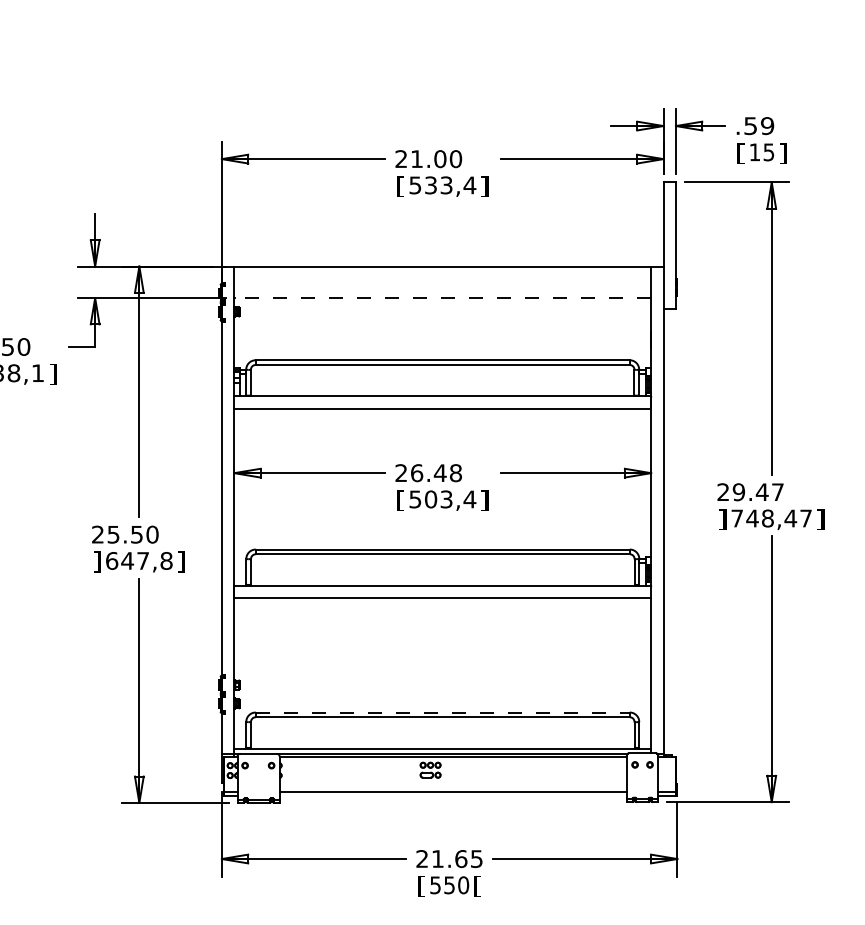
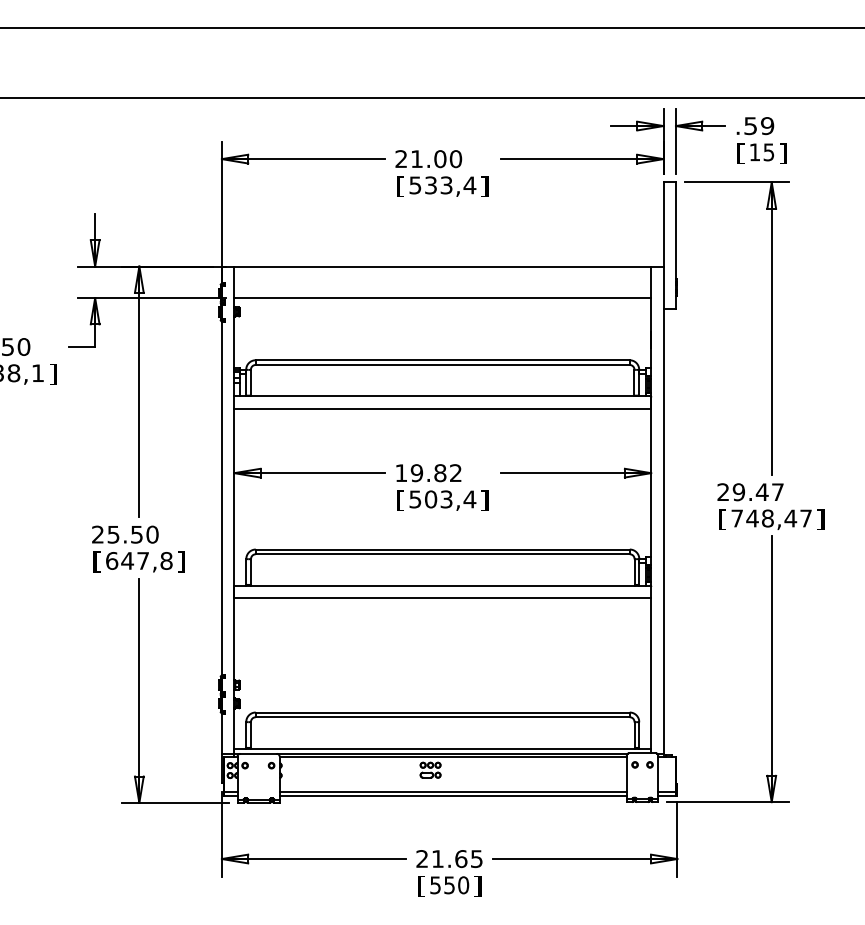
line at (431, 27): none -> present
line at (431, 97): none -> present
line at (442, 298): dashed -> solid
text at (428, 473): 26.48 -> 19.82
text at (722, 519): ] -> [
text at (96, 561): ] -> [
line at (443, 712): dashed -> solid
line at (452, 795): none -> present
text at (477, 886): [ -> ]
